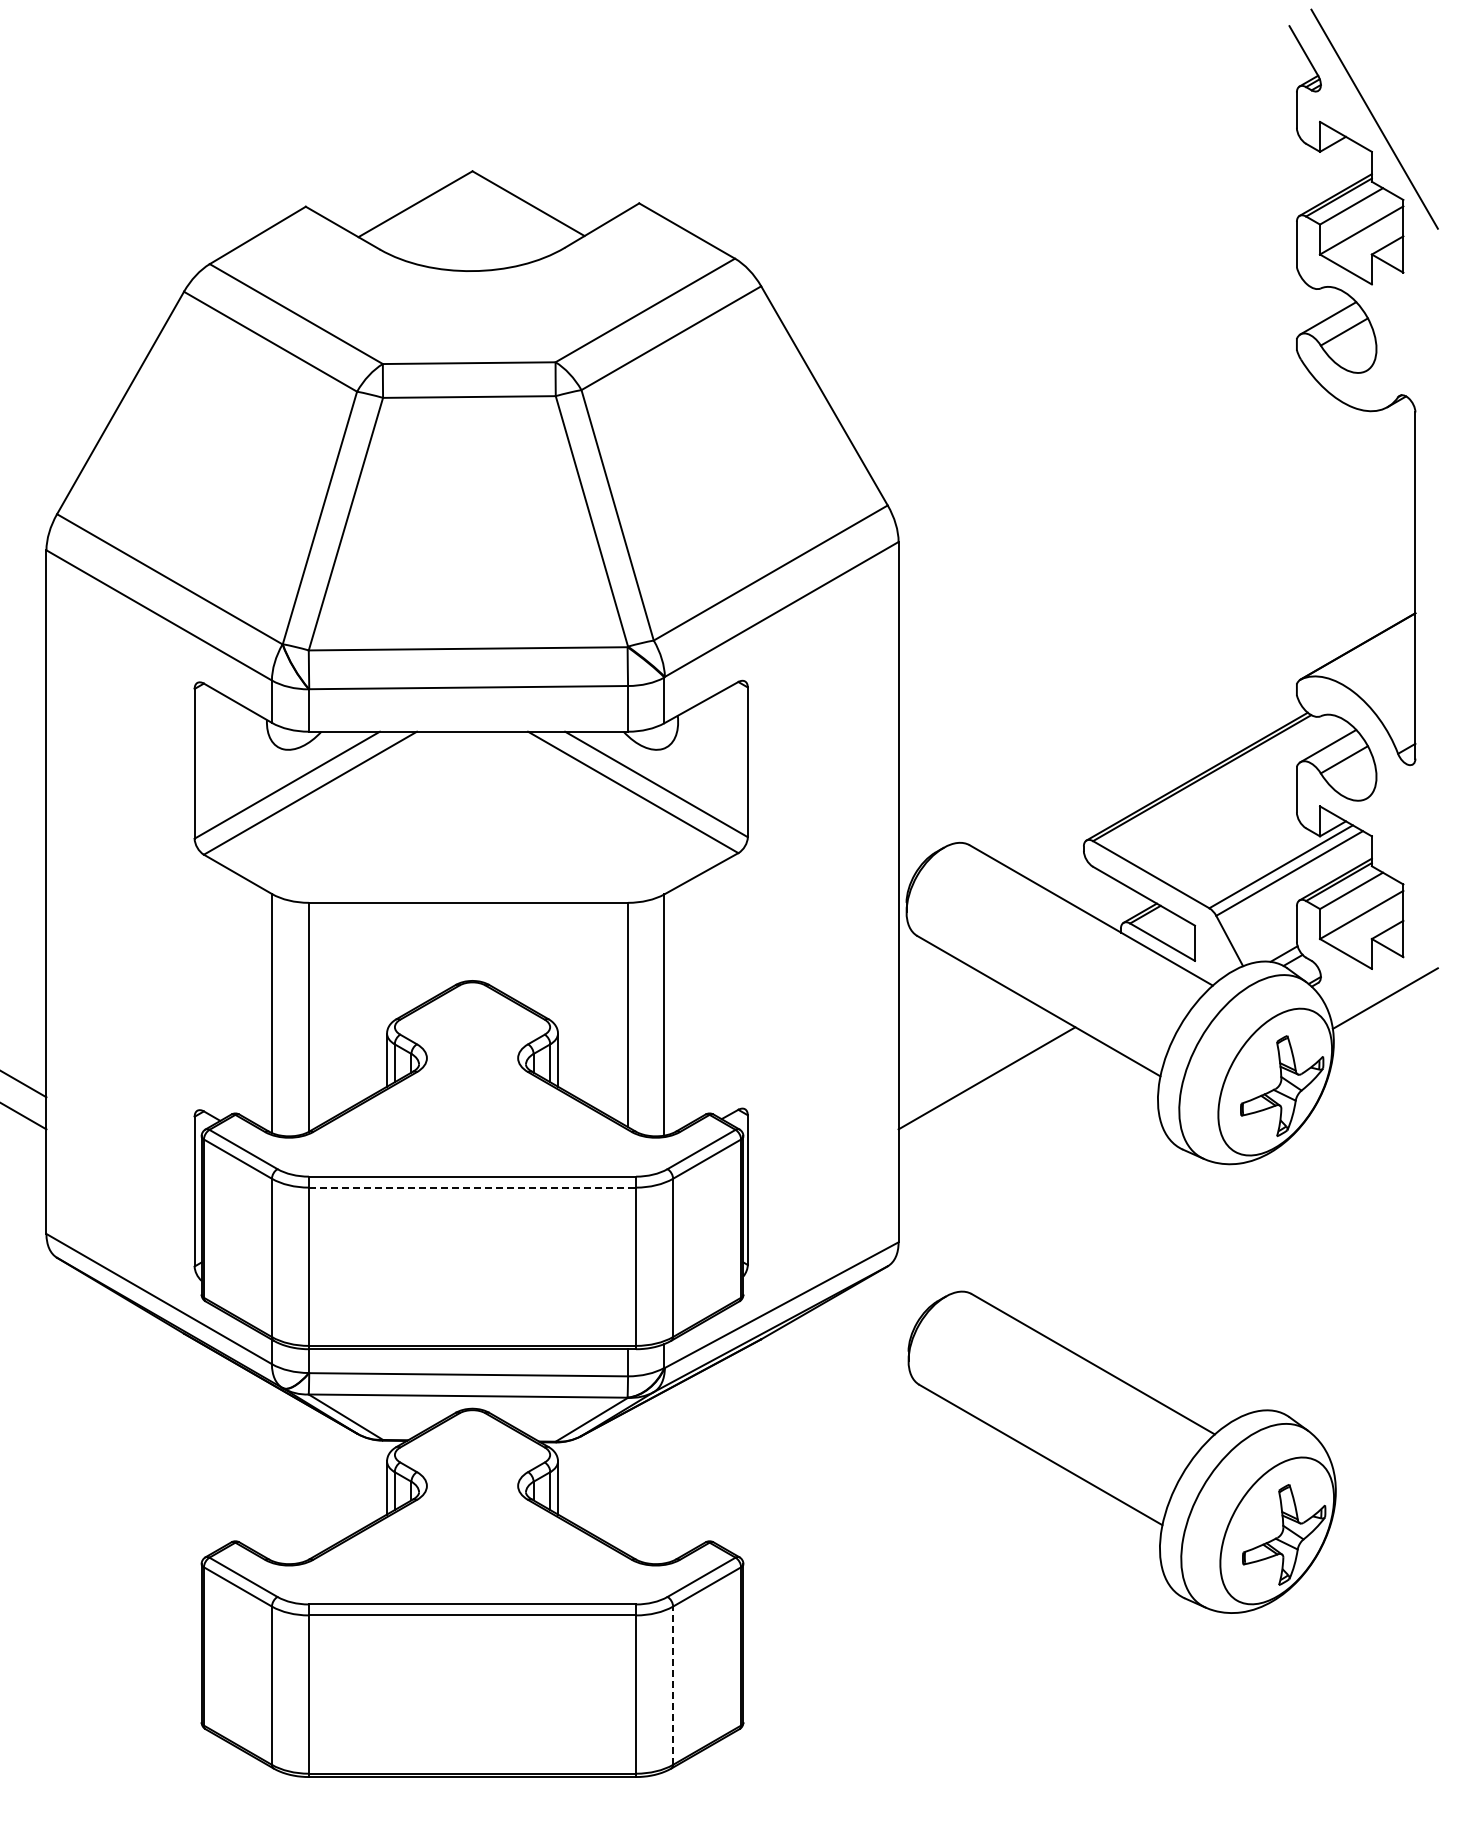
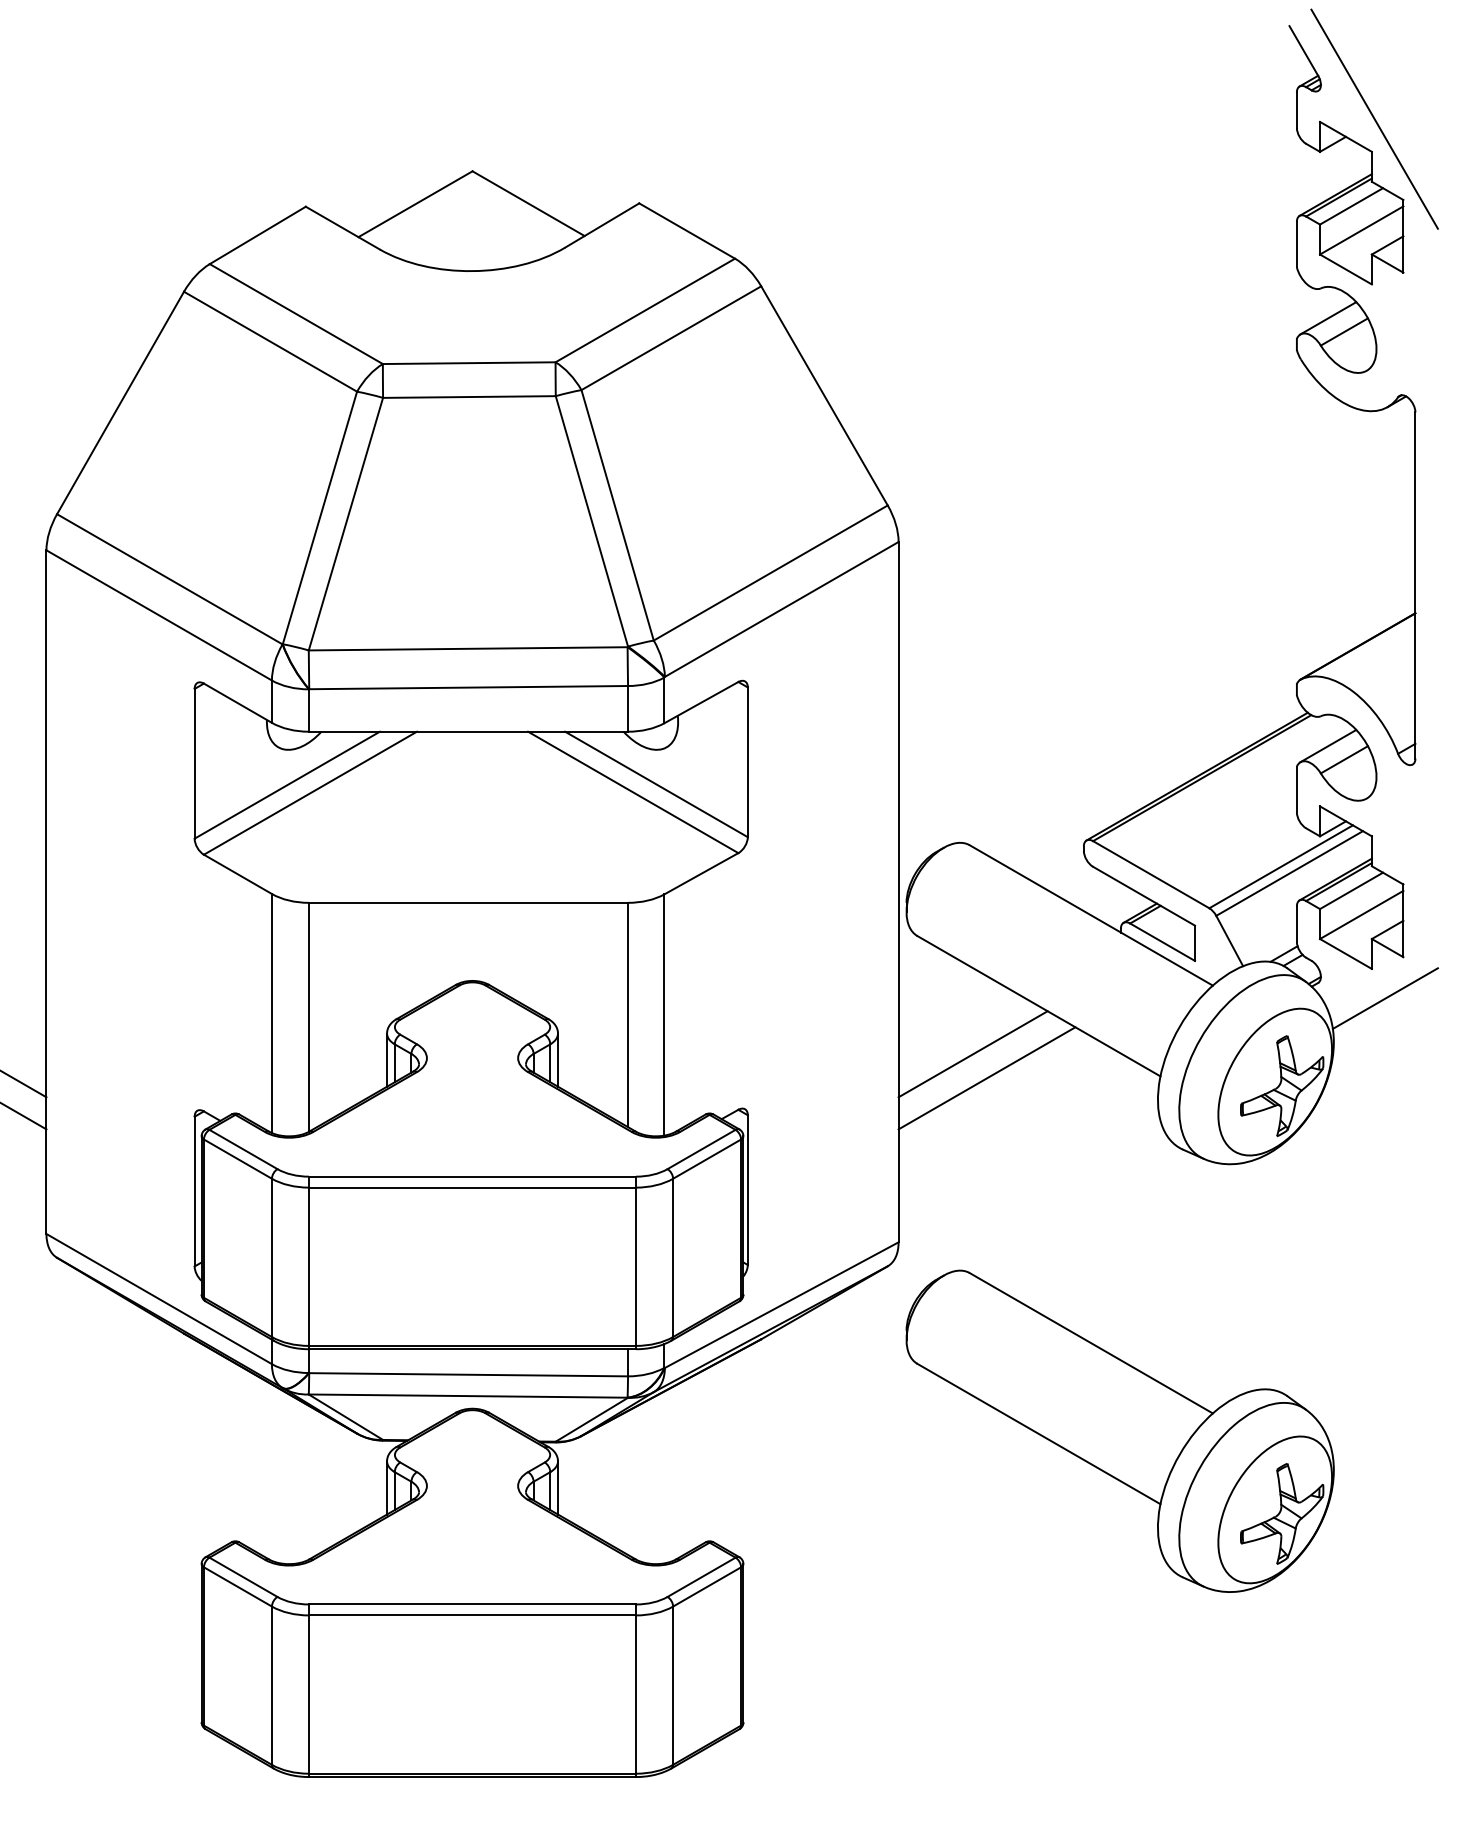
line at (972, 1054): none -> present
line at (472, 1187): dashed -> solid
part at (1121, 1451) position: (1121, 1451) -> (1119, 1430)
line at (673, 1685): dashed -> solid
